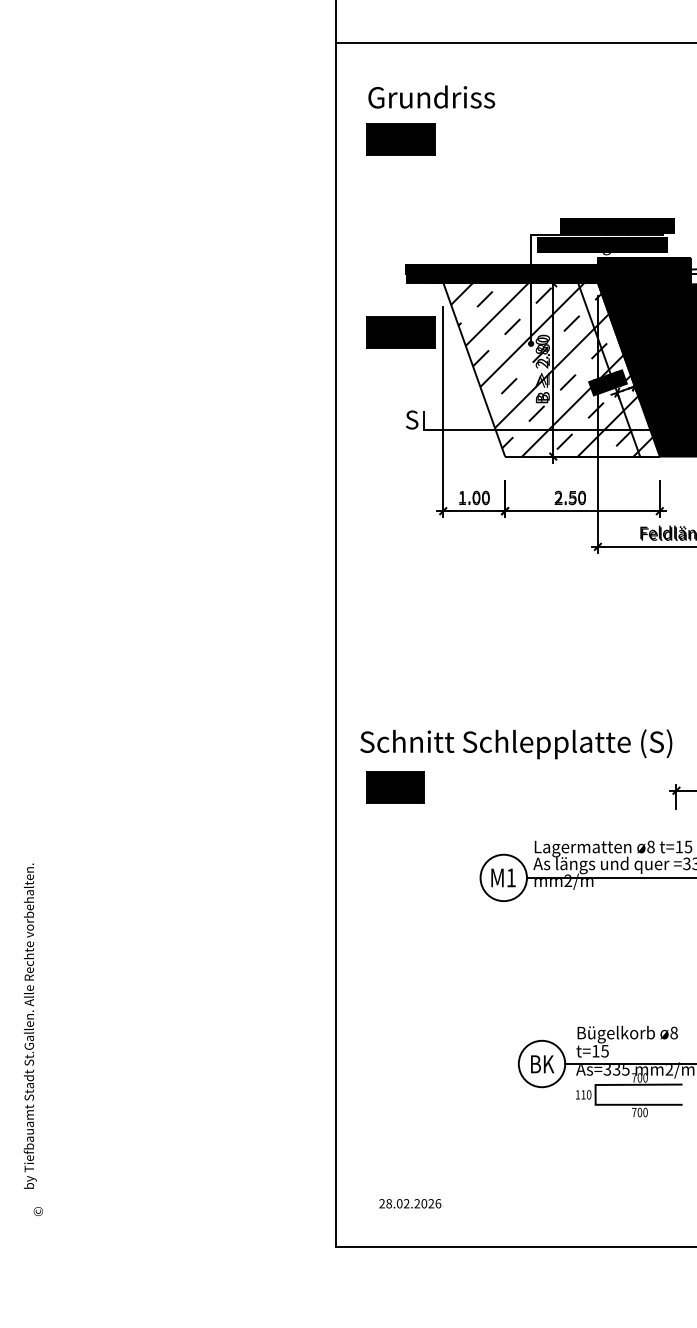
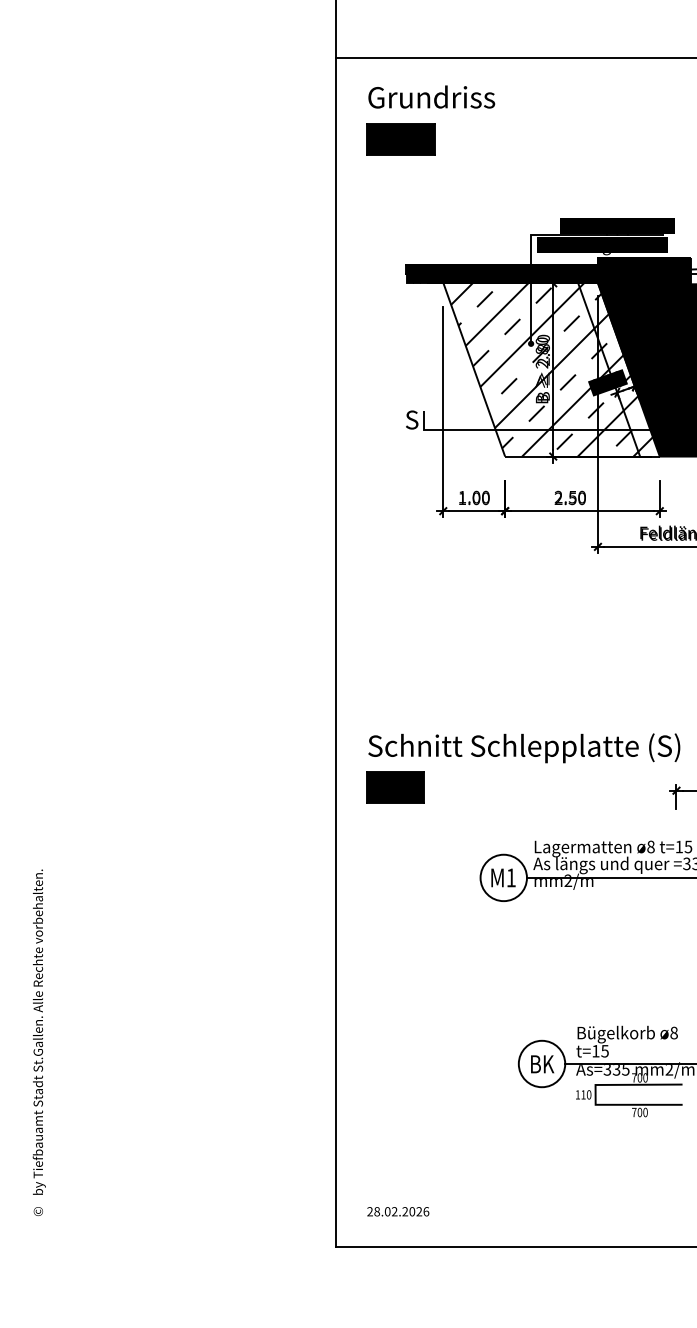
line at (514, 43) position: (514, 43) -> (514, 58)
part at (400, 332): present -> none
text at (516, 744) position: (516, 744) -> (524, 748)
text at (29, 1025) position: (29, 1025) -> (38, 1031)
text at (410, 1203) position: (410, 1203) -> (398, 1211)
